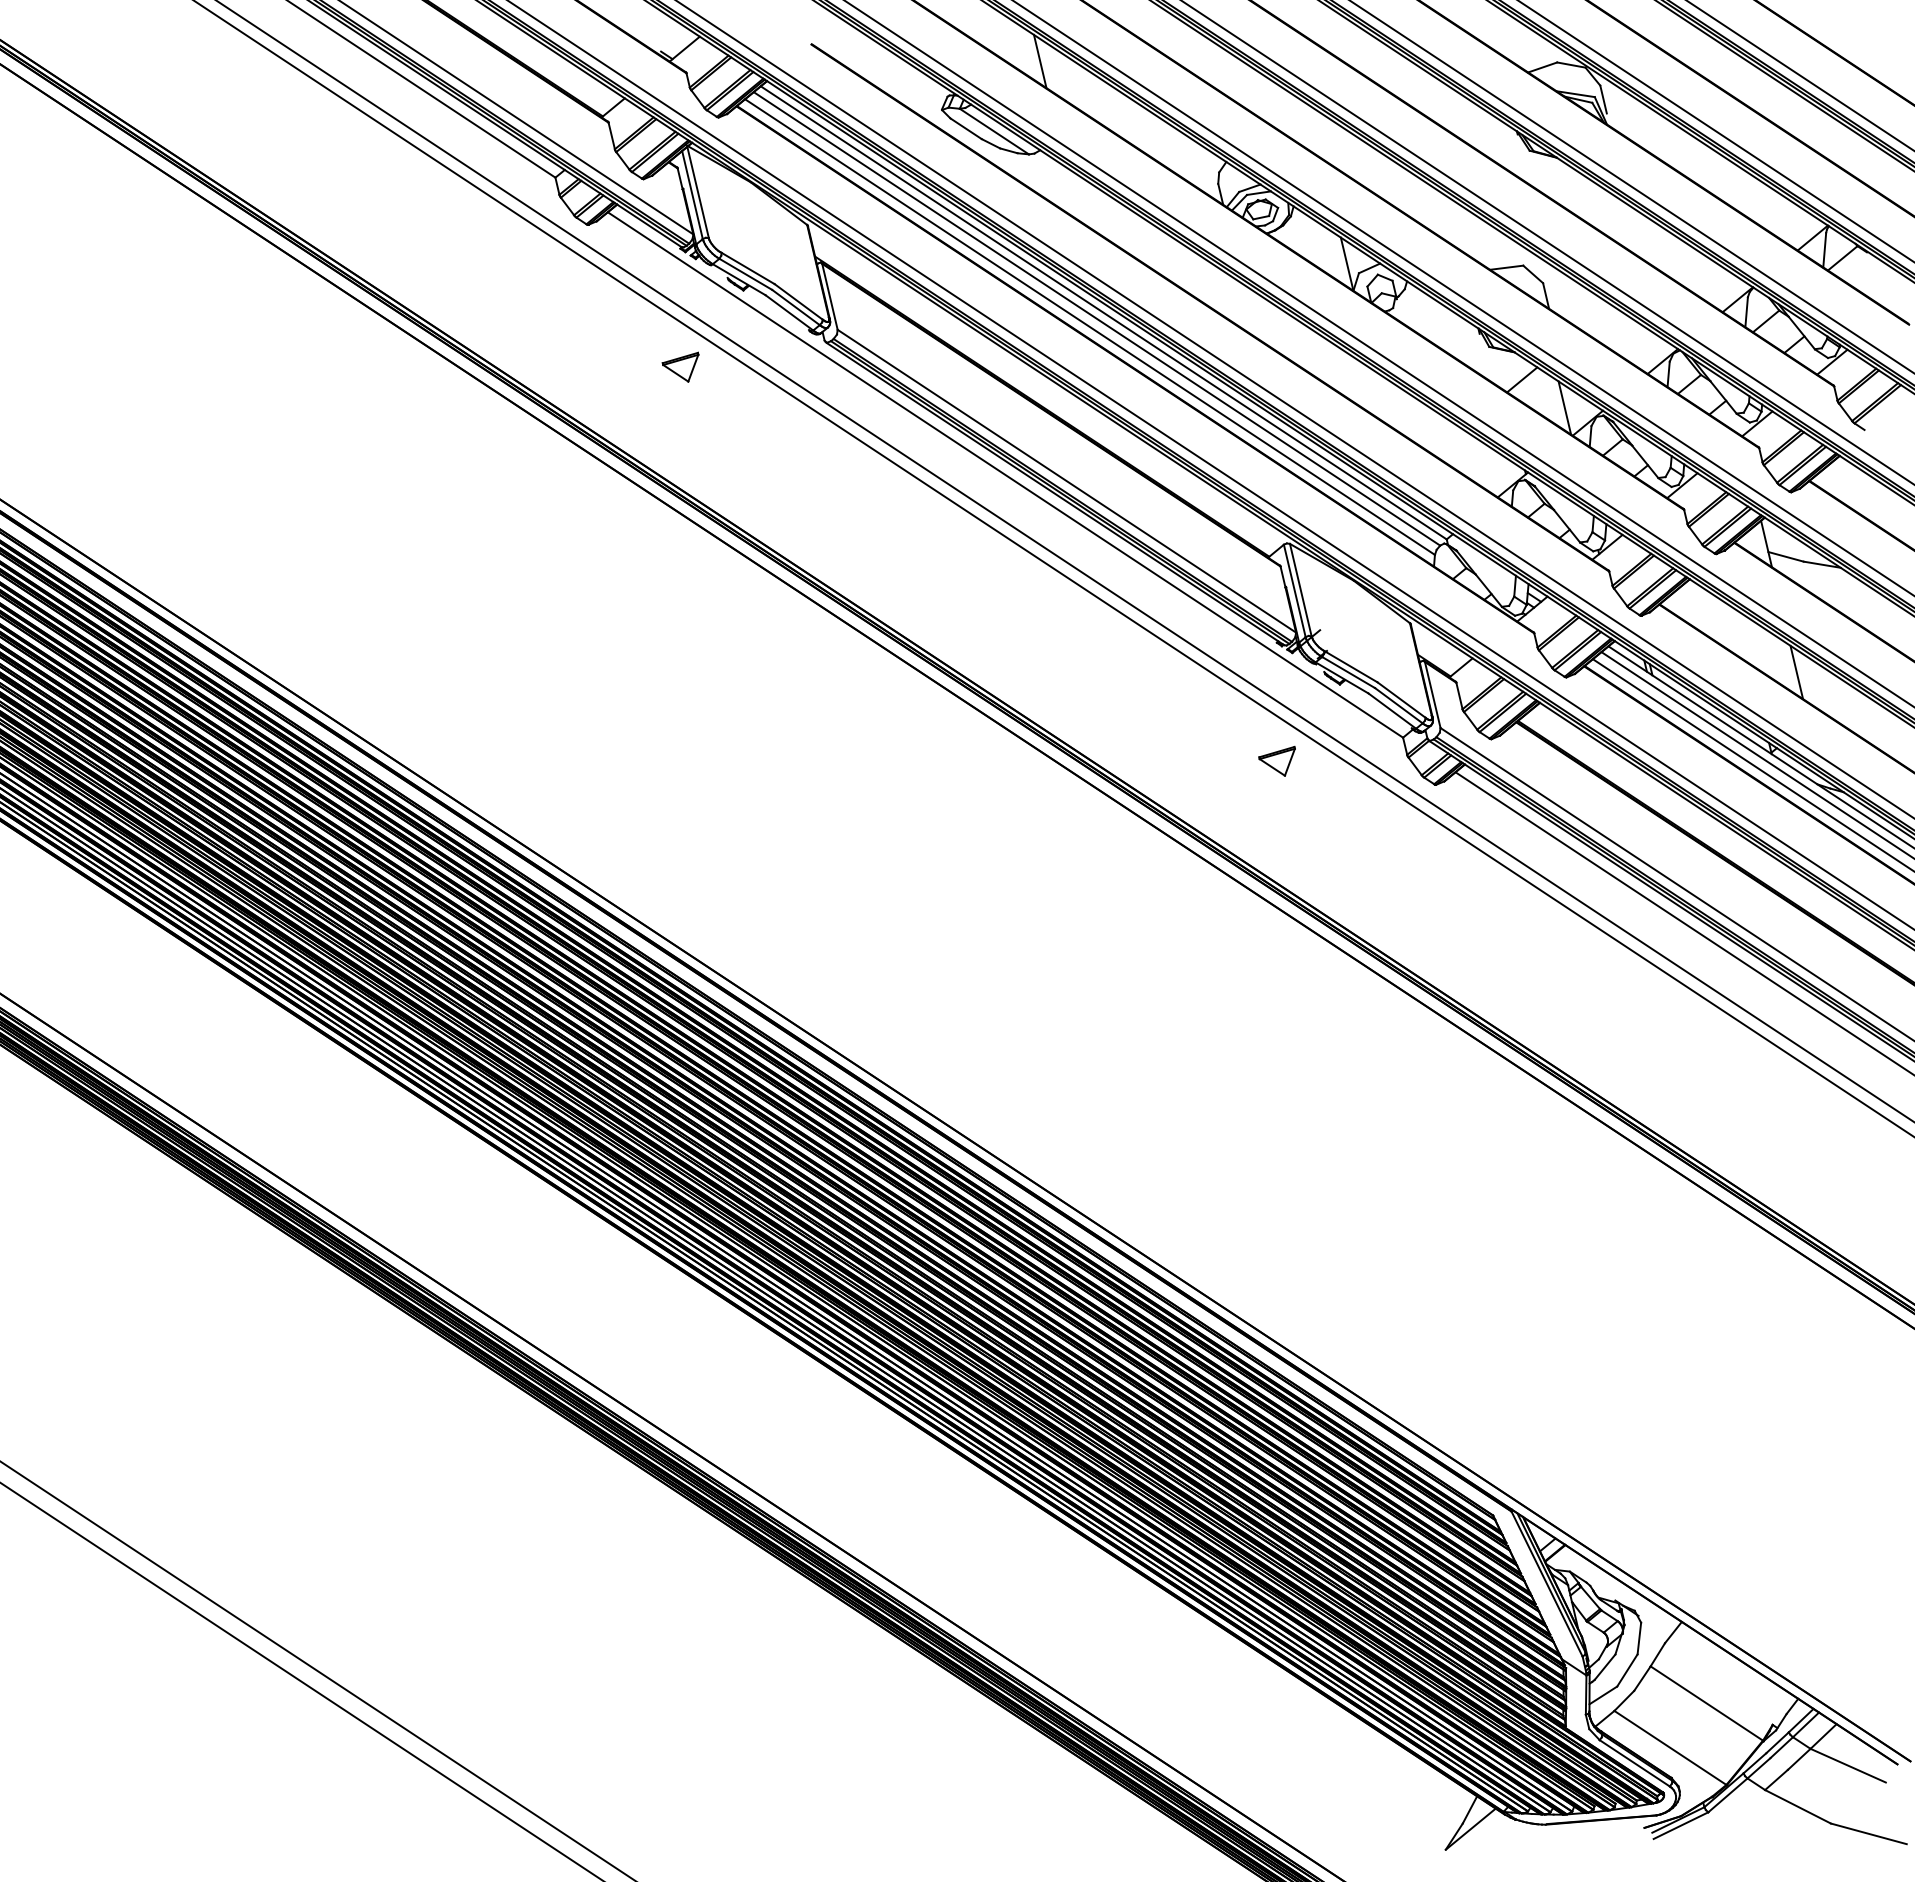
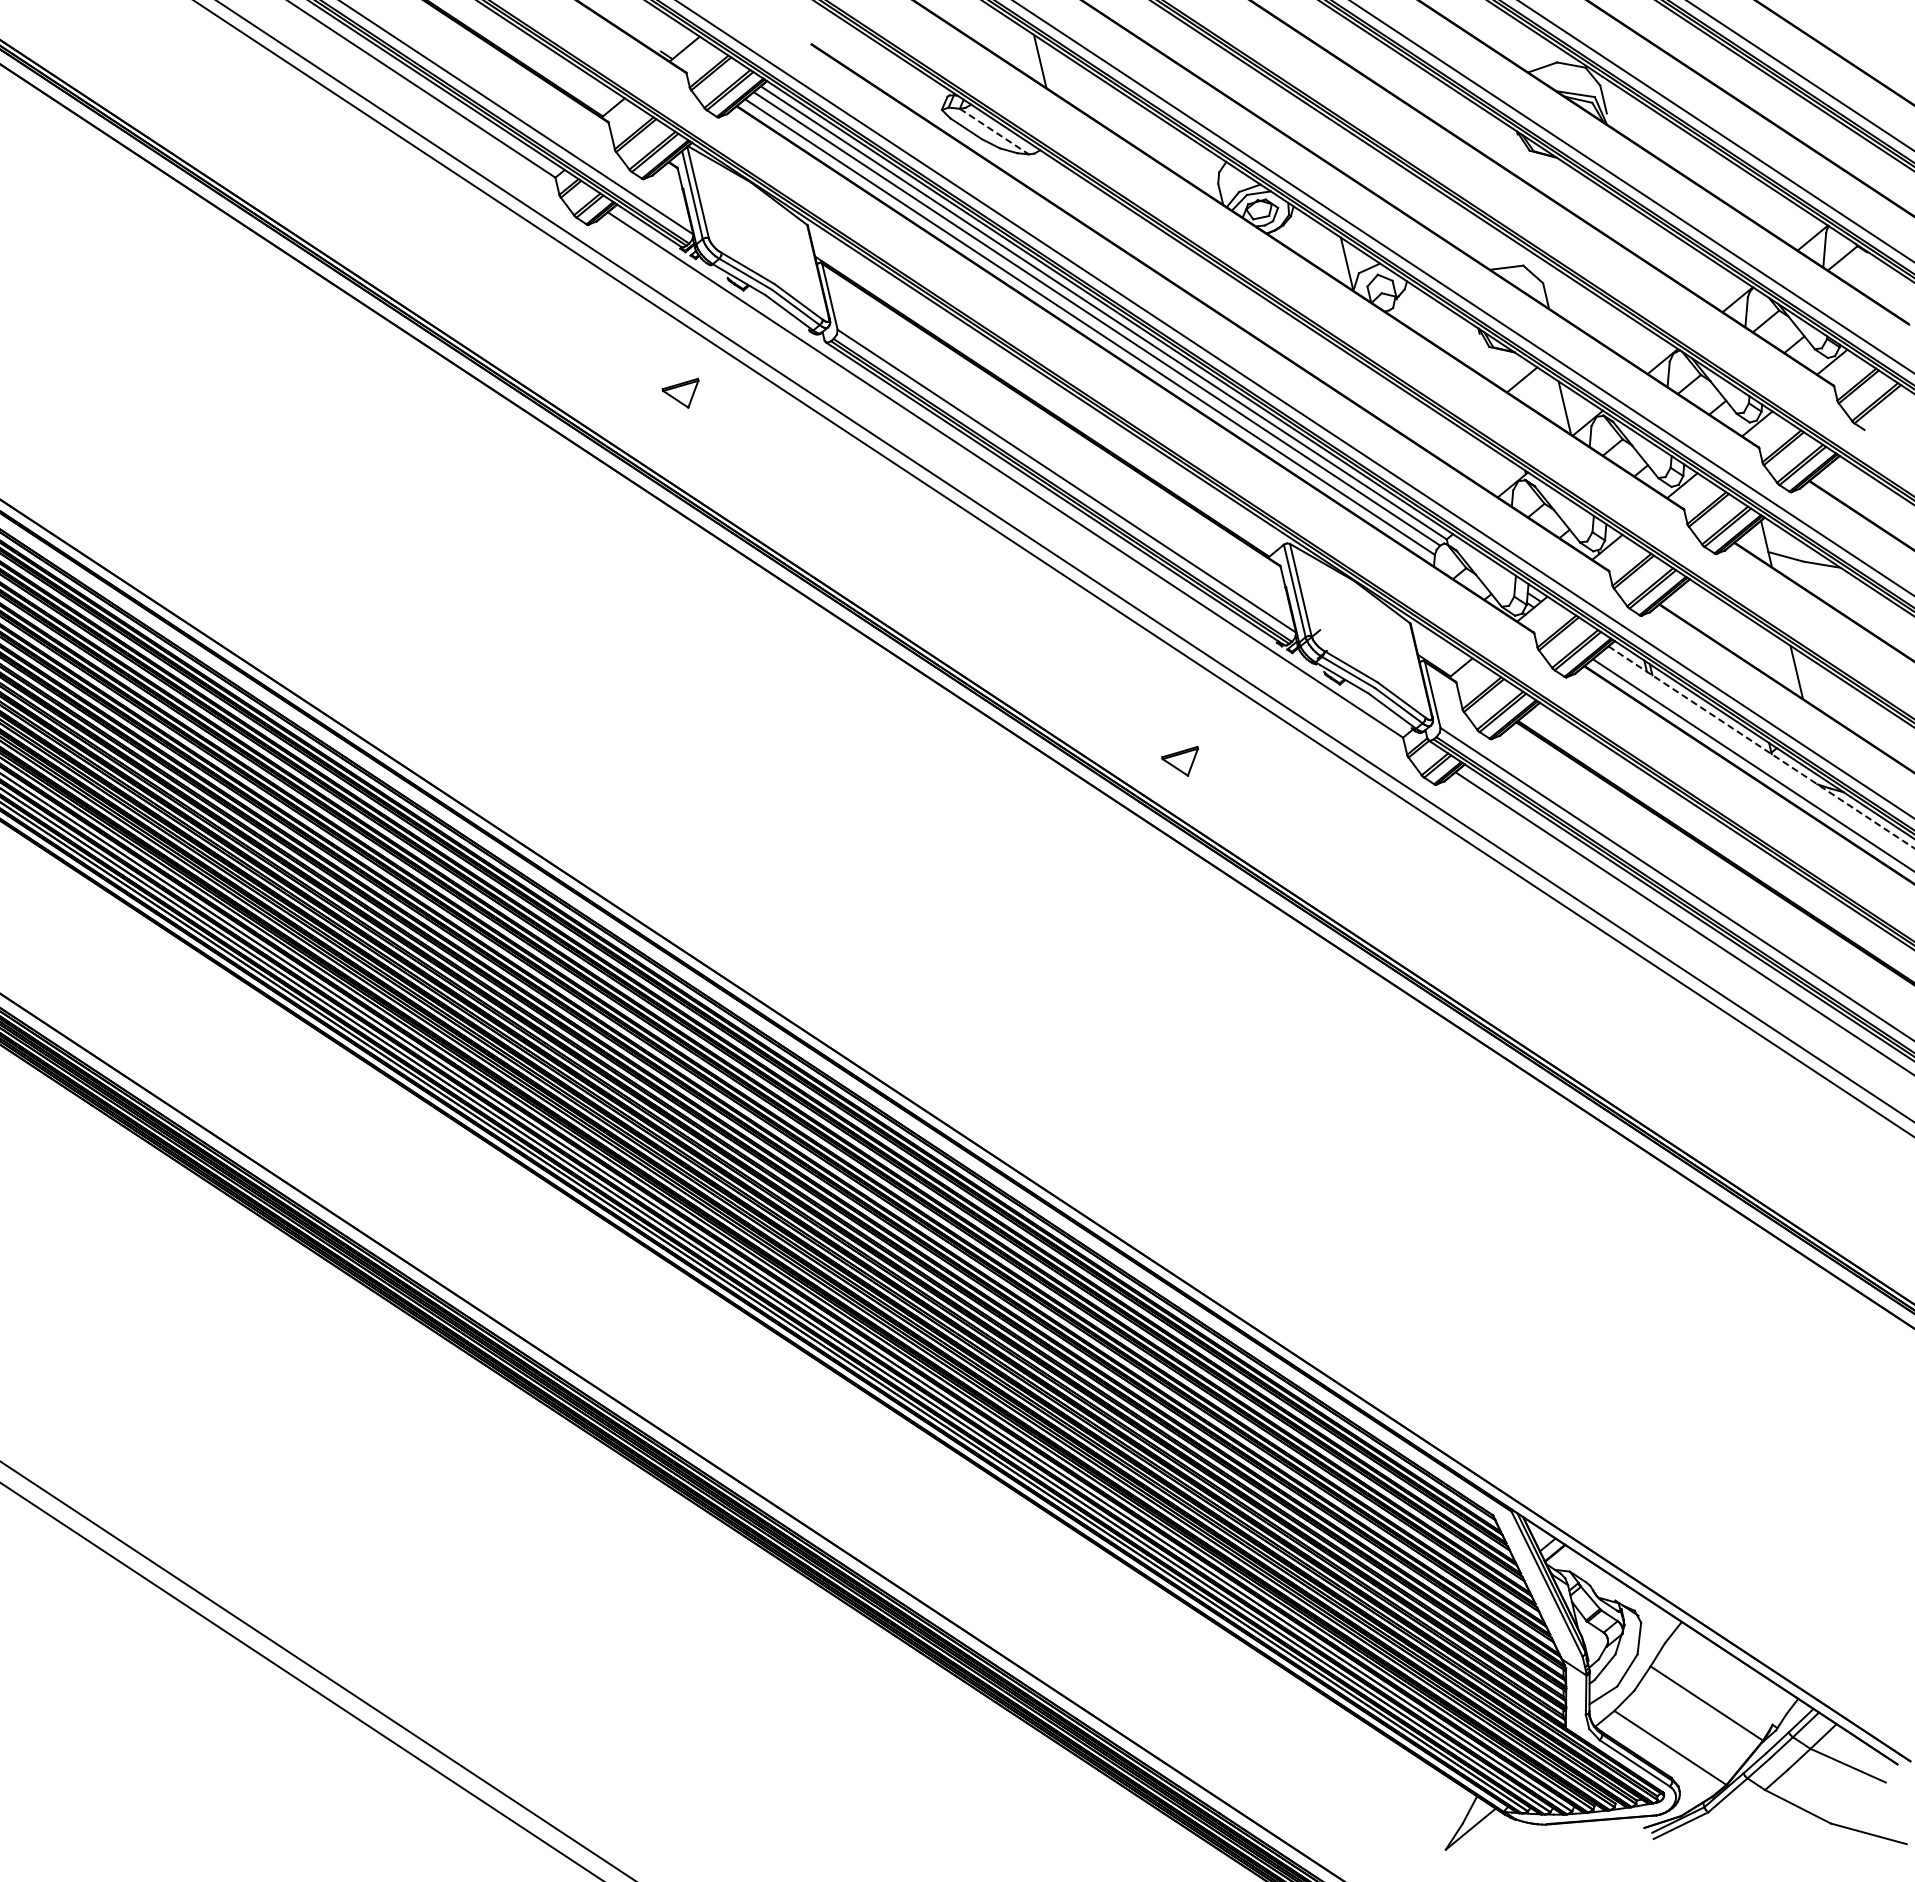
line at (994, 131): solid -> dashed
line at (1547, 242): present -> none
line at (1378, 353): present -> none
part at (680, 366) position: (680, 366) -> (680, 392)
line at (1210, 464): present -> none
line at (1761, 747): solid -> dashed
line at (1756, 754): present -> none
part at (1276, 760) position: (1276, 760) -> (1179, 760)
